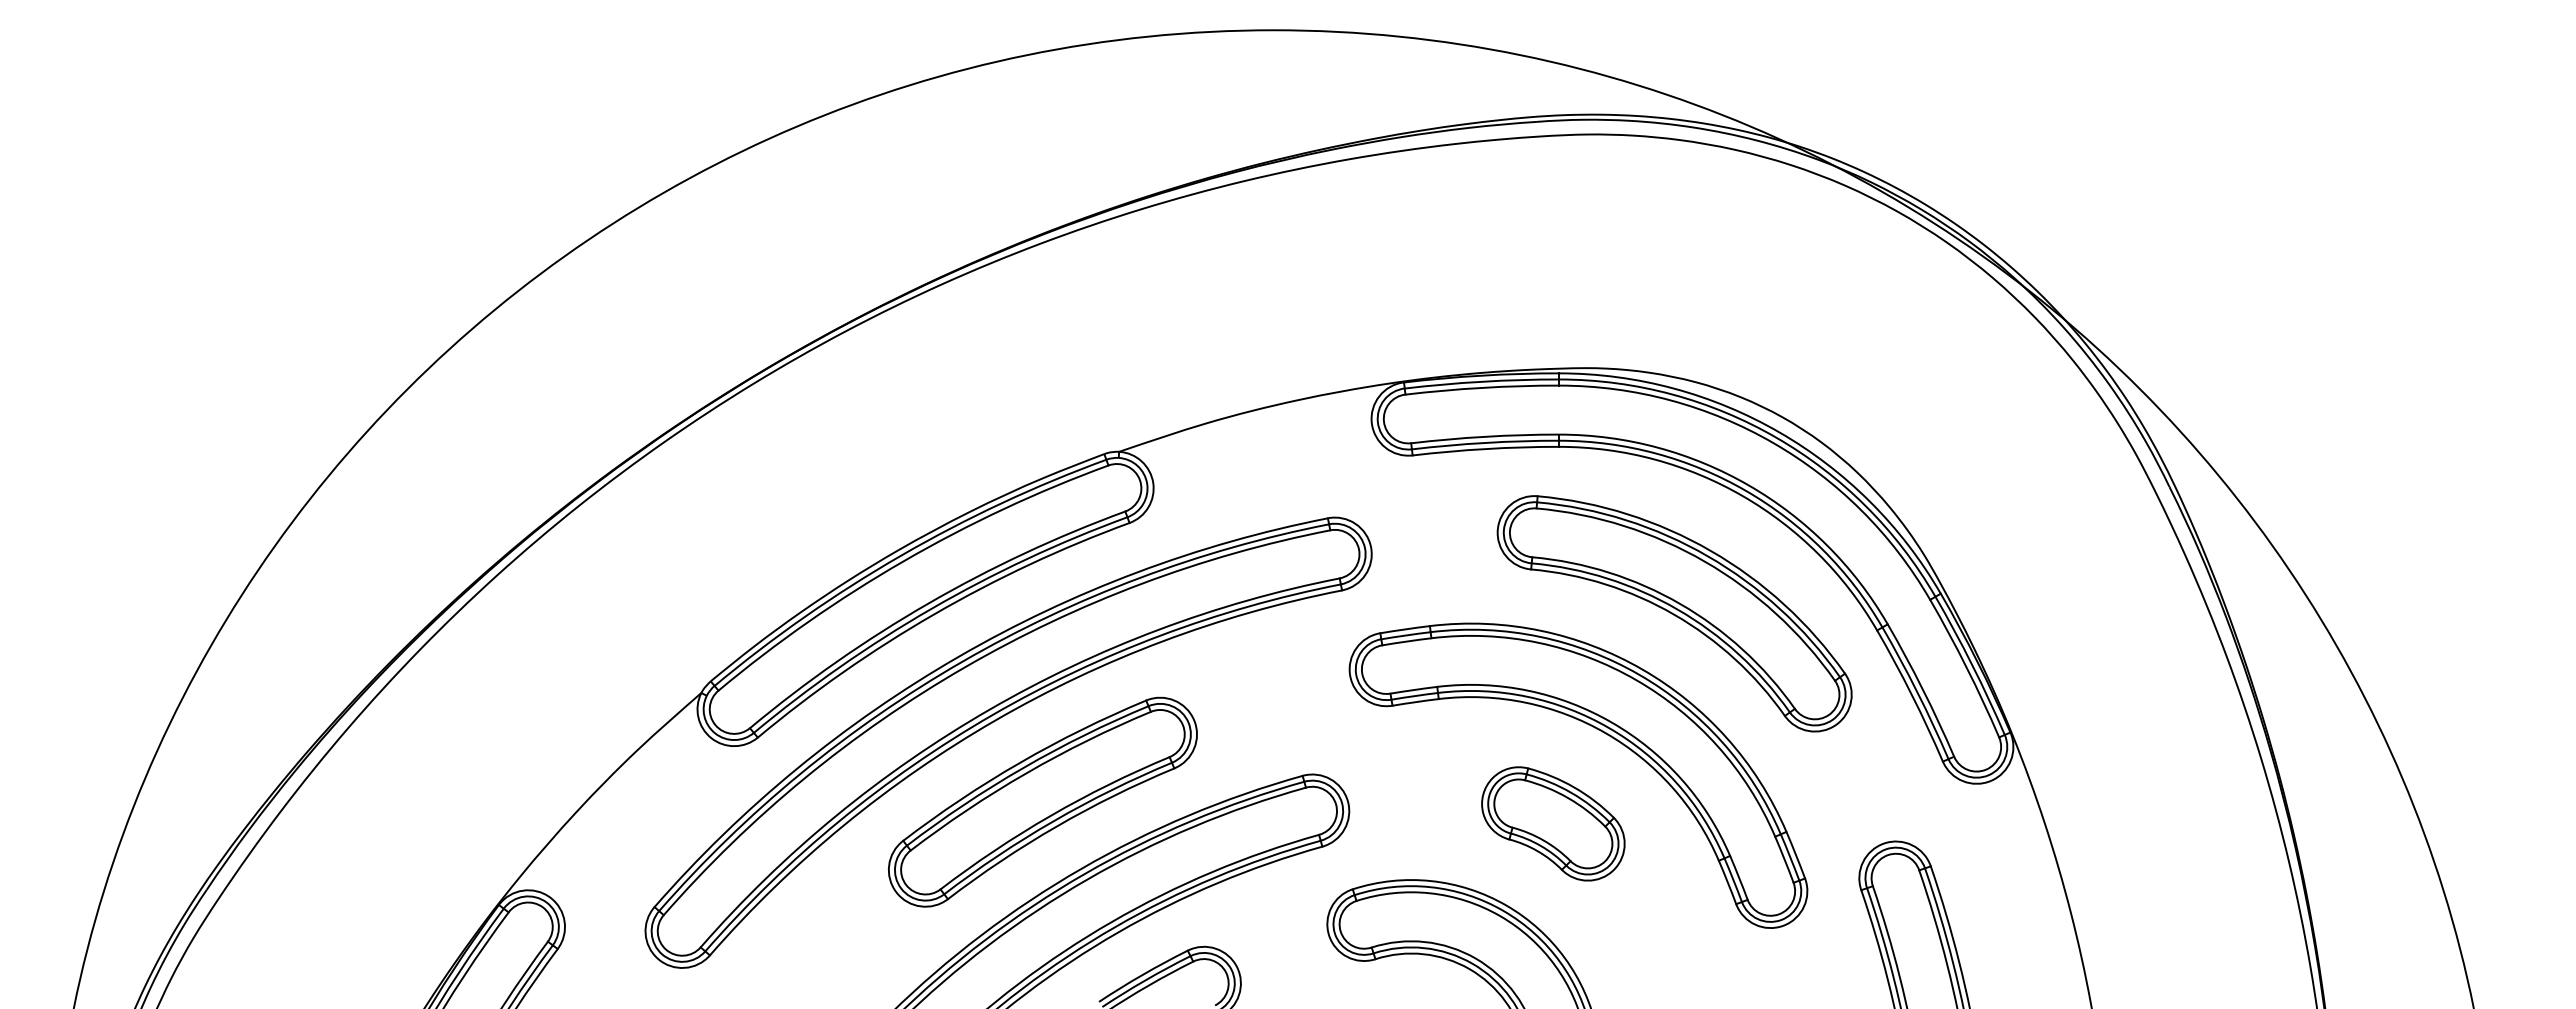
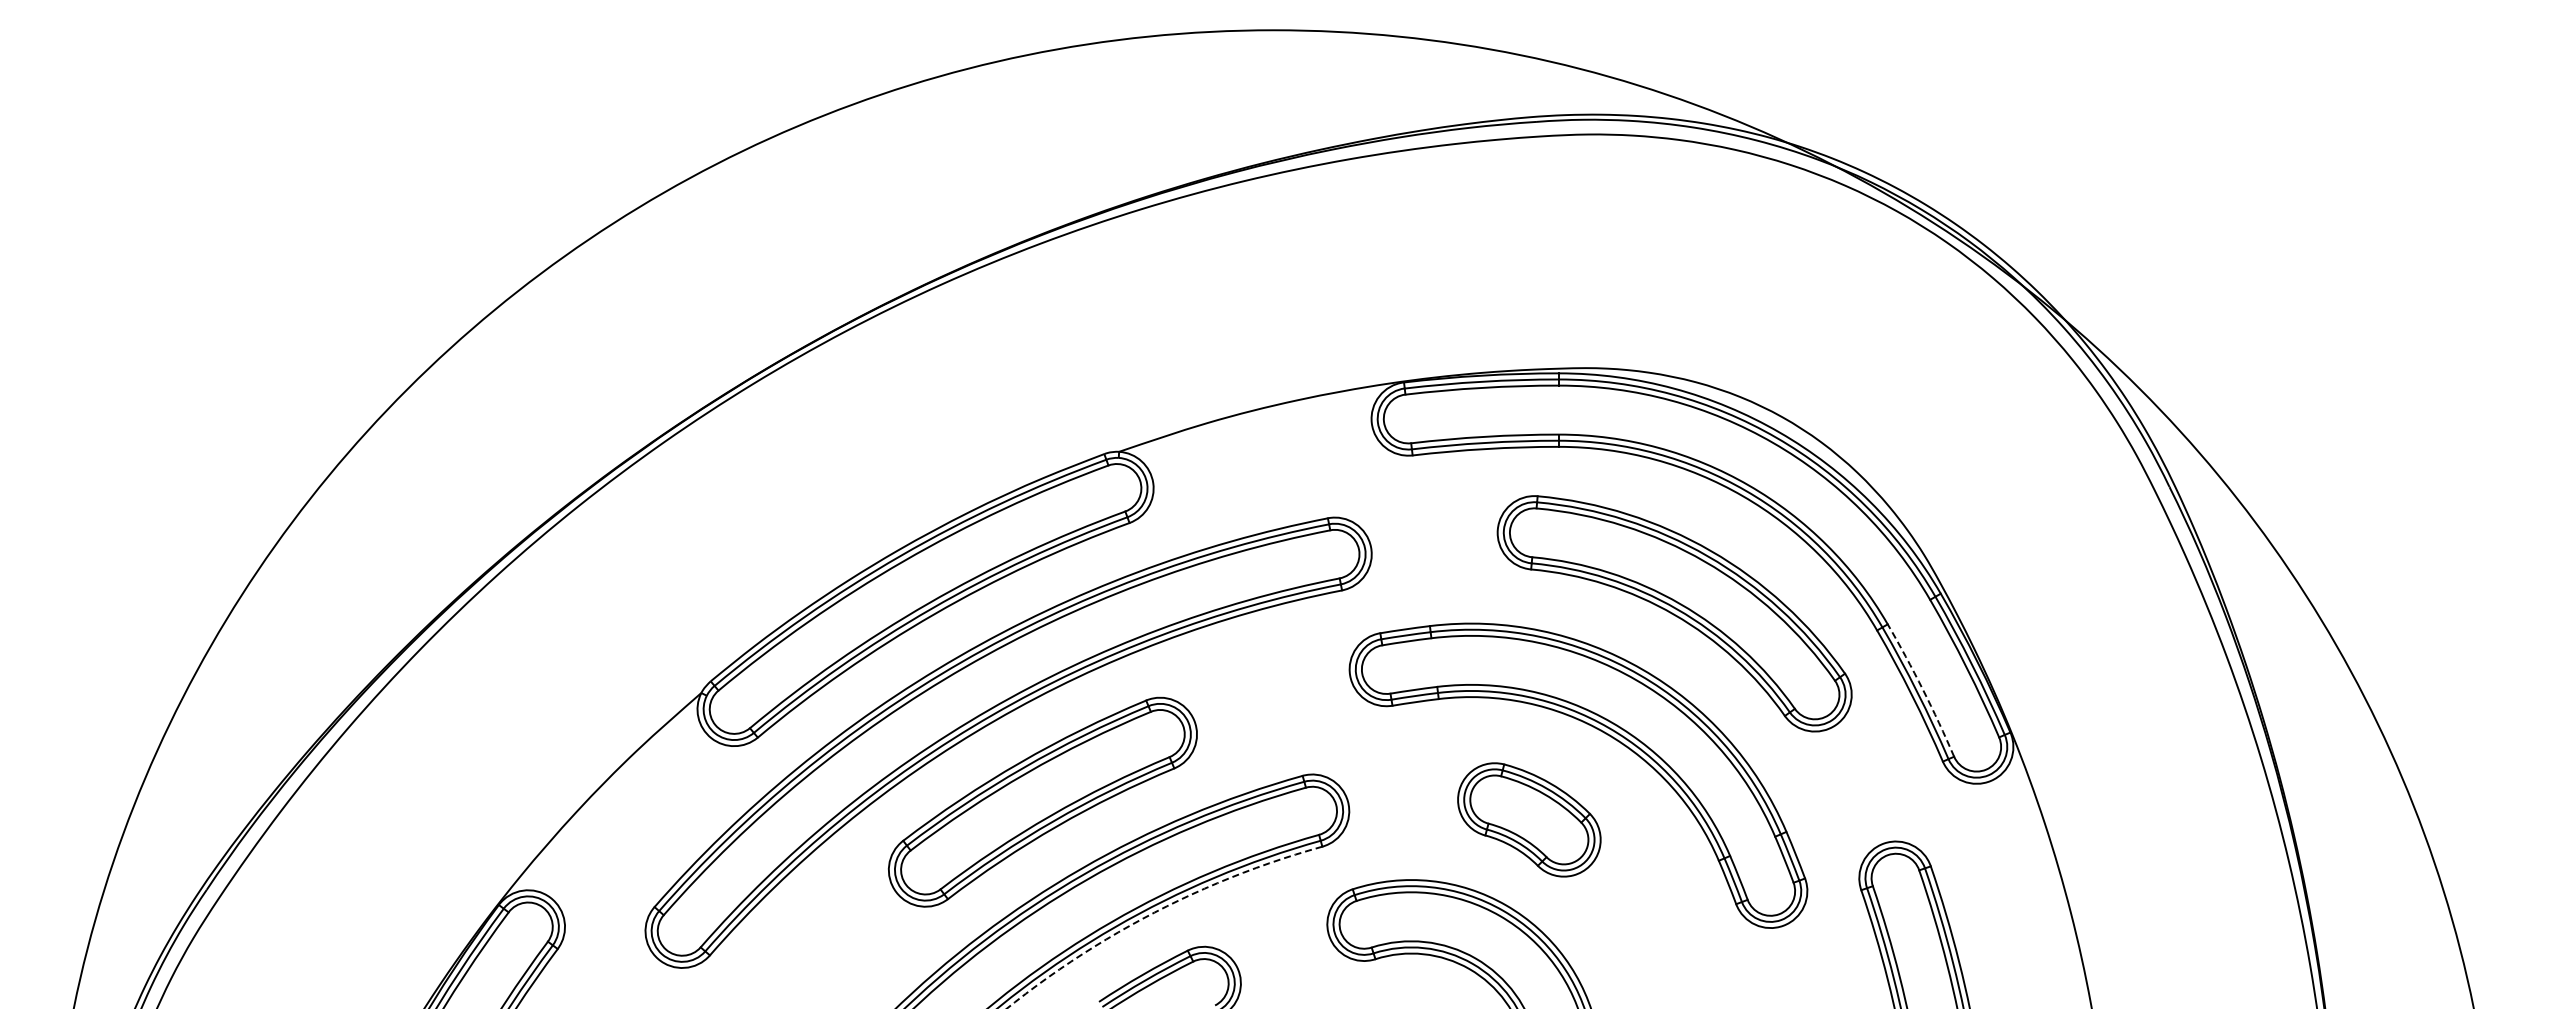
arc at (1922, 689): solid -> dashed
part at (1553, 823) position: (1553, 823) -> (1529, 819)
arc at (1156, 911): solid -> dashed
